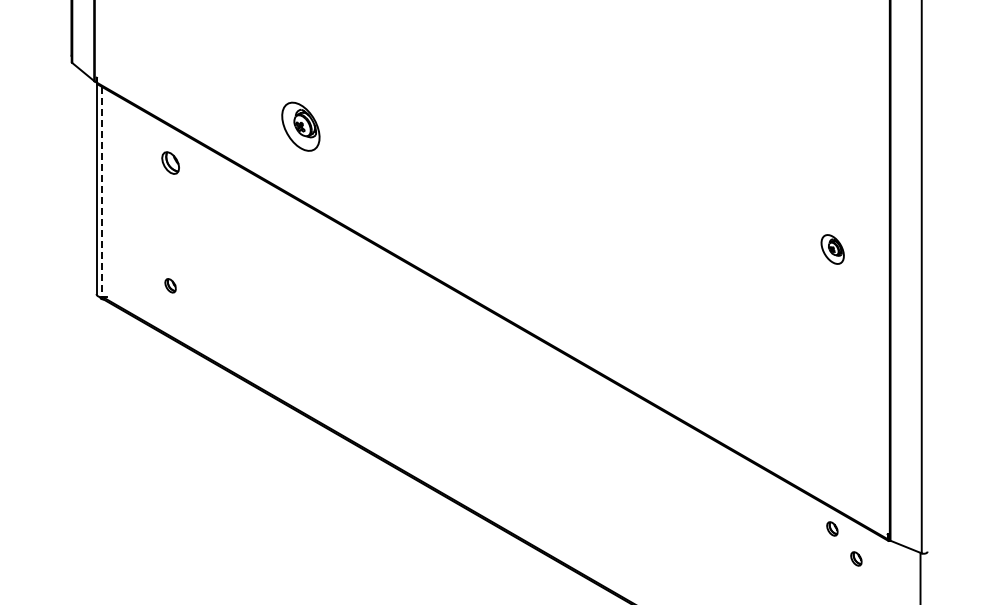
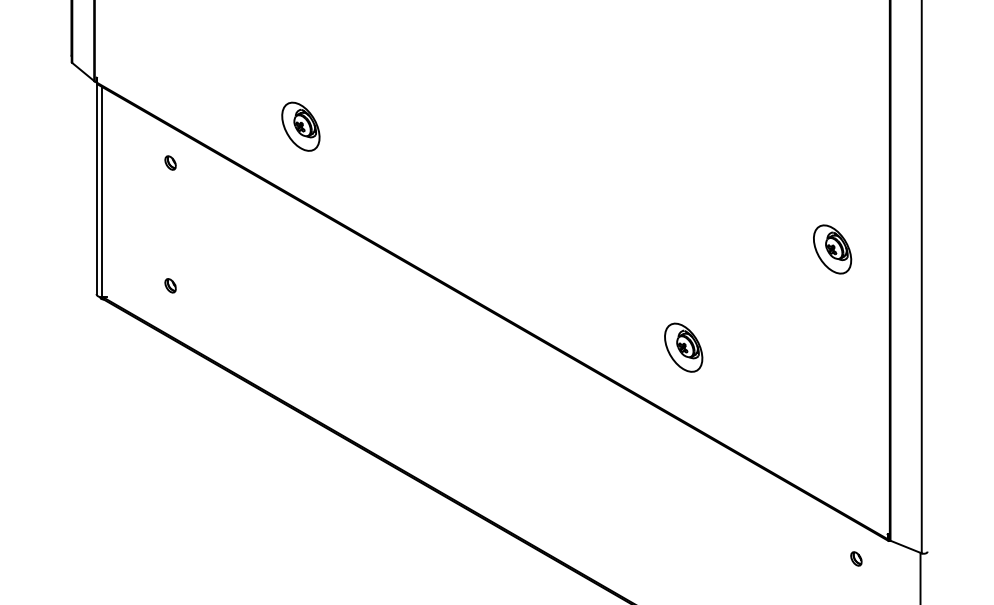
part at (170, 162) size: 19x24 px -> 13x16 px
line at (101, 192): dashed -> solid
part at (832, 249) size: 25x31 px -> 40x51 px
part at (683, 347): none -> present
part at (832, 528): present -> none
